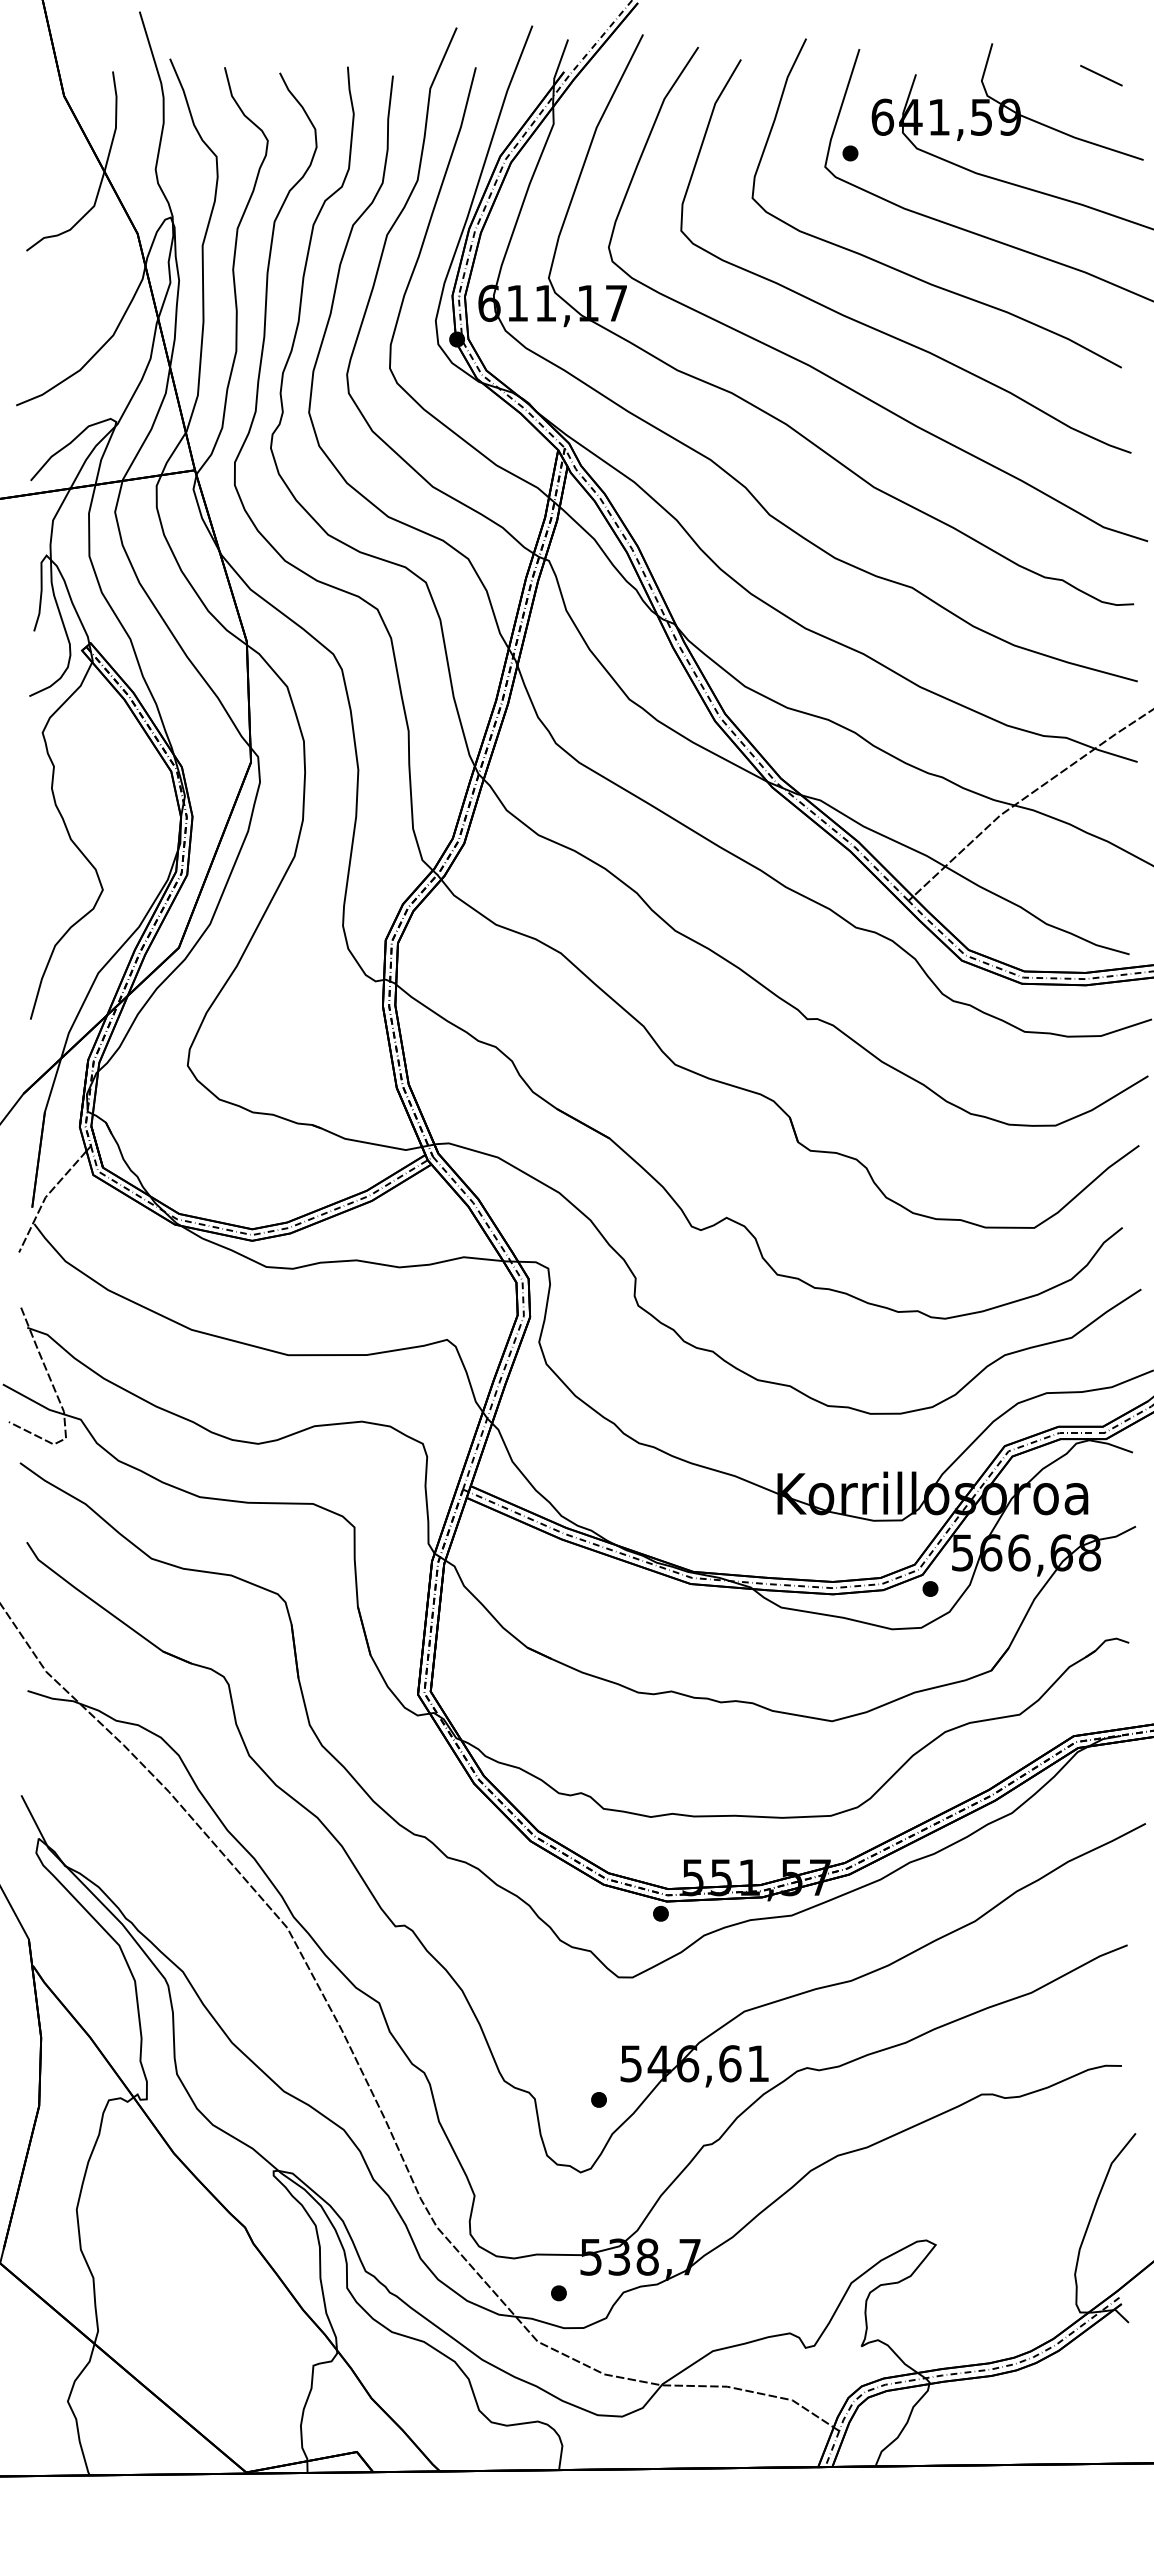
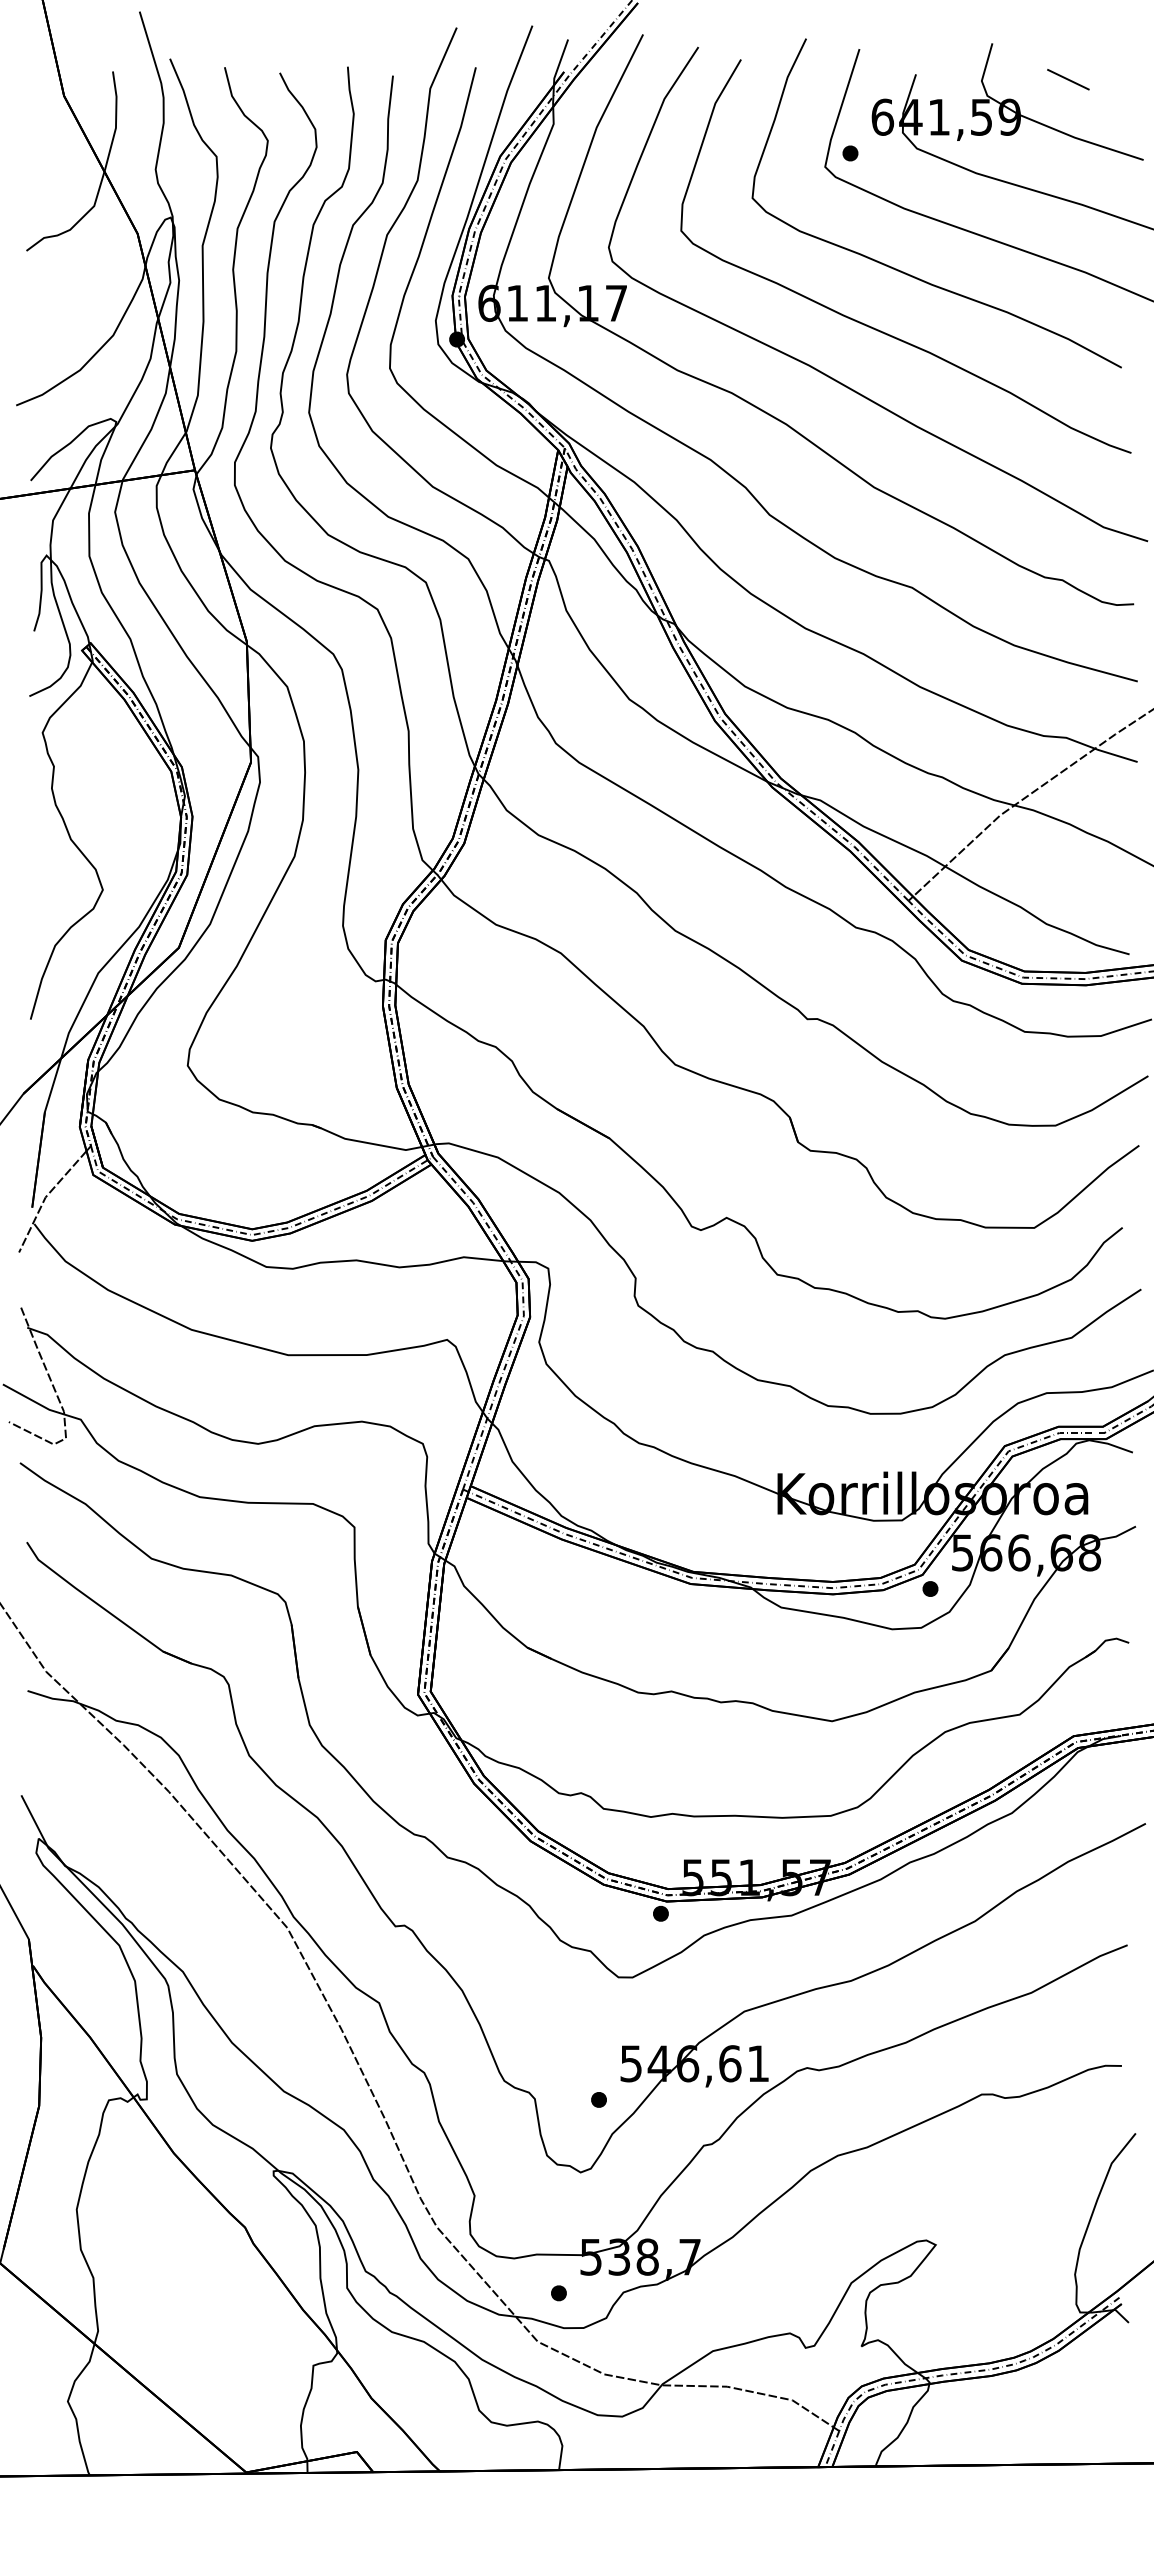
line at (1101, 75) position: (1101, 75) -> (1068, 79)
